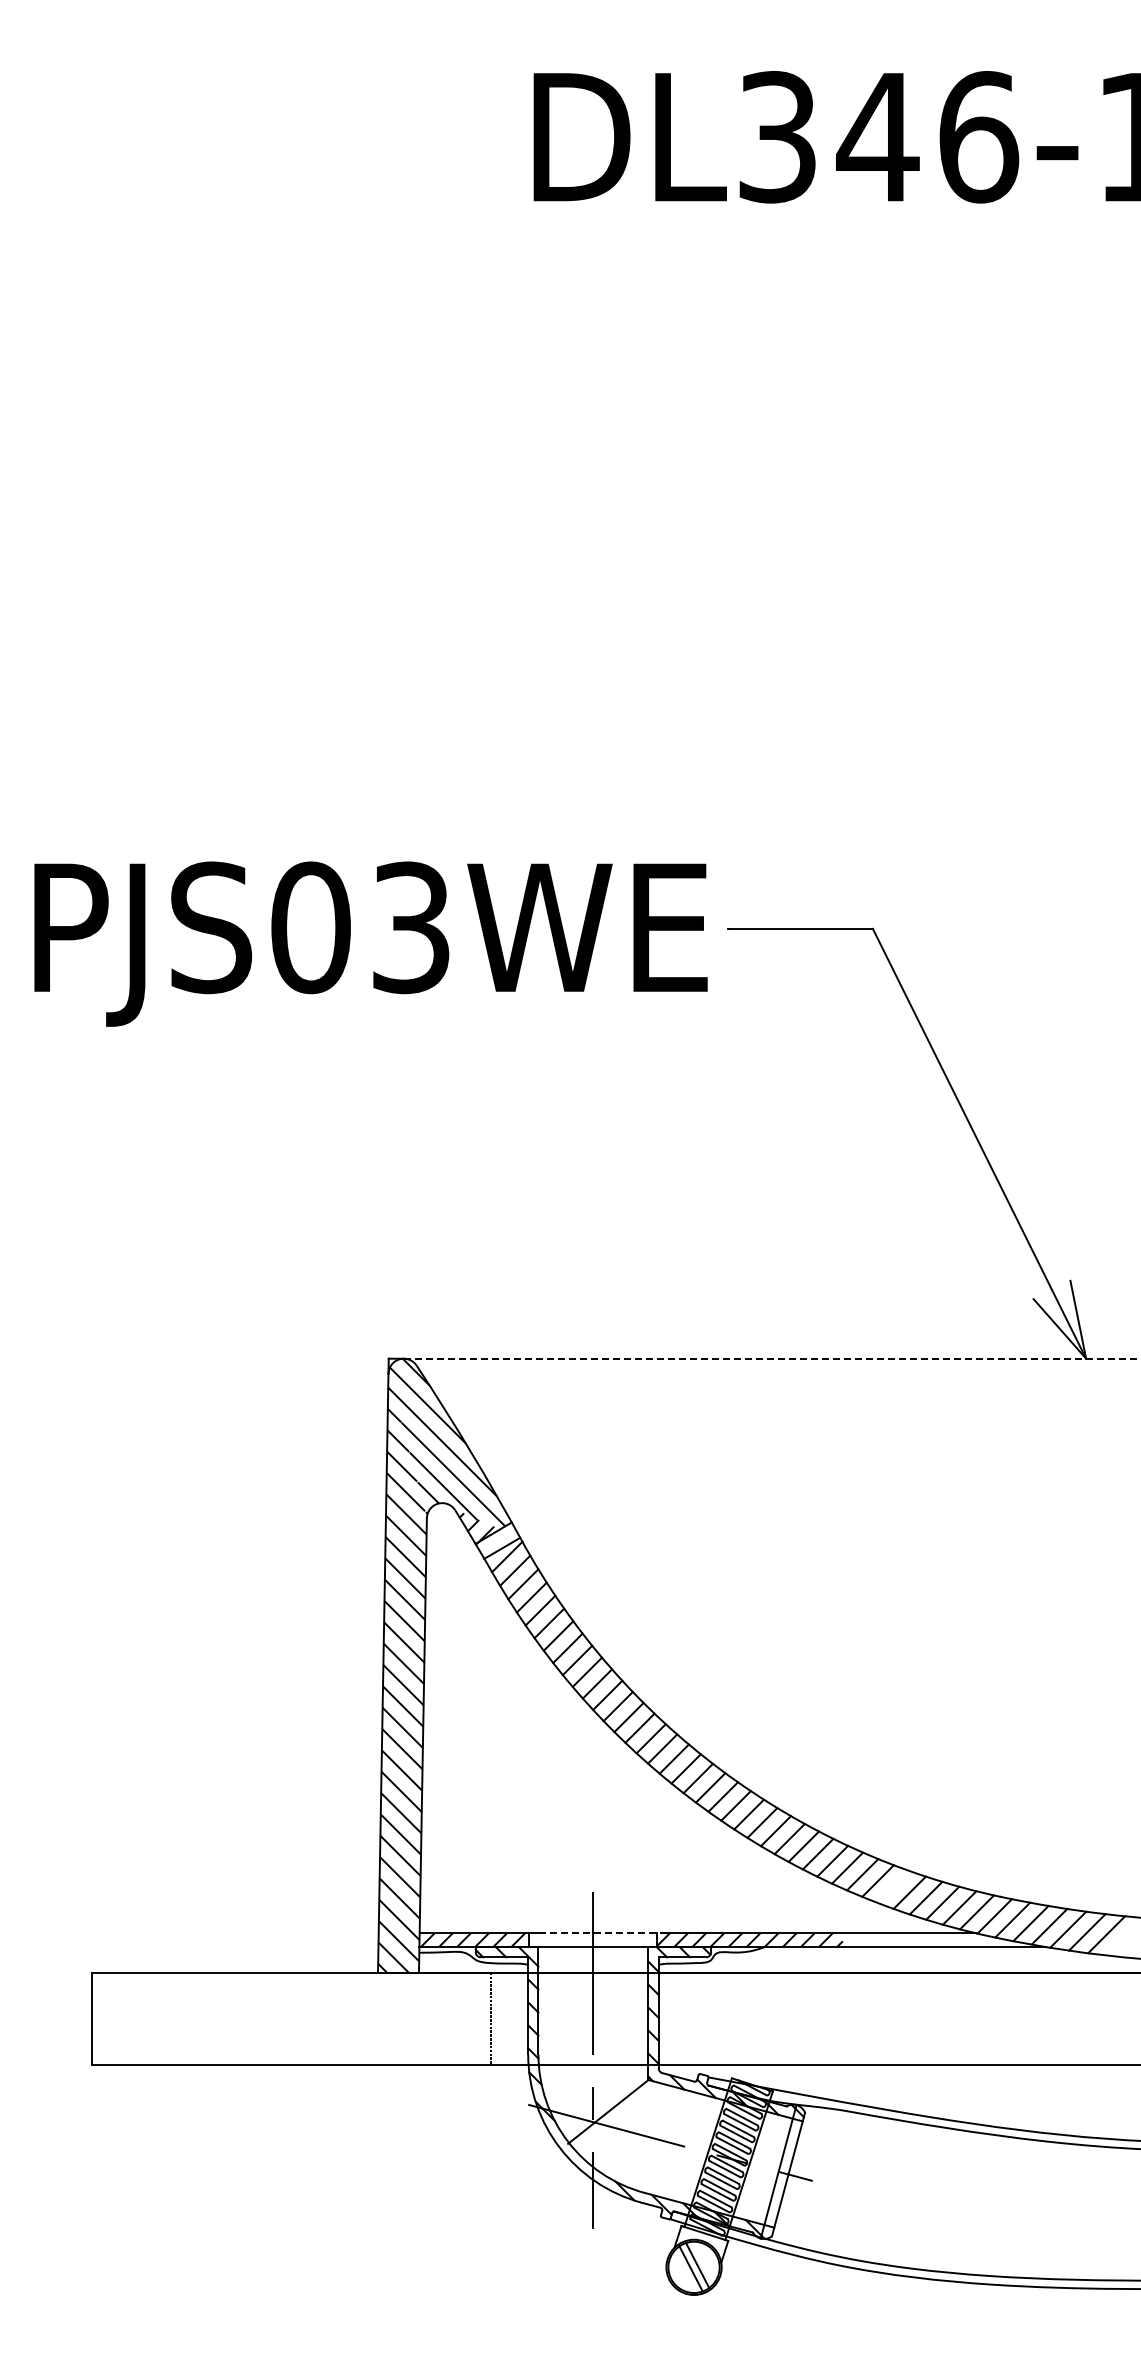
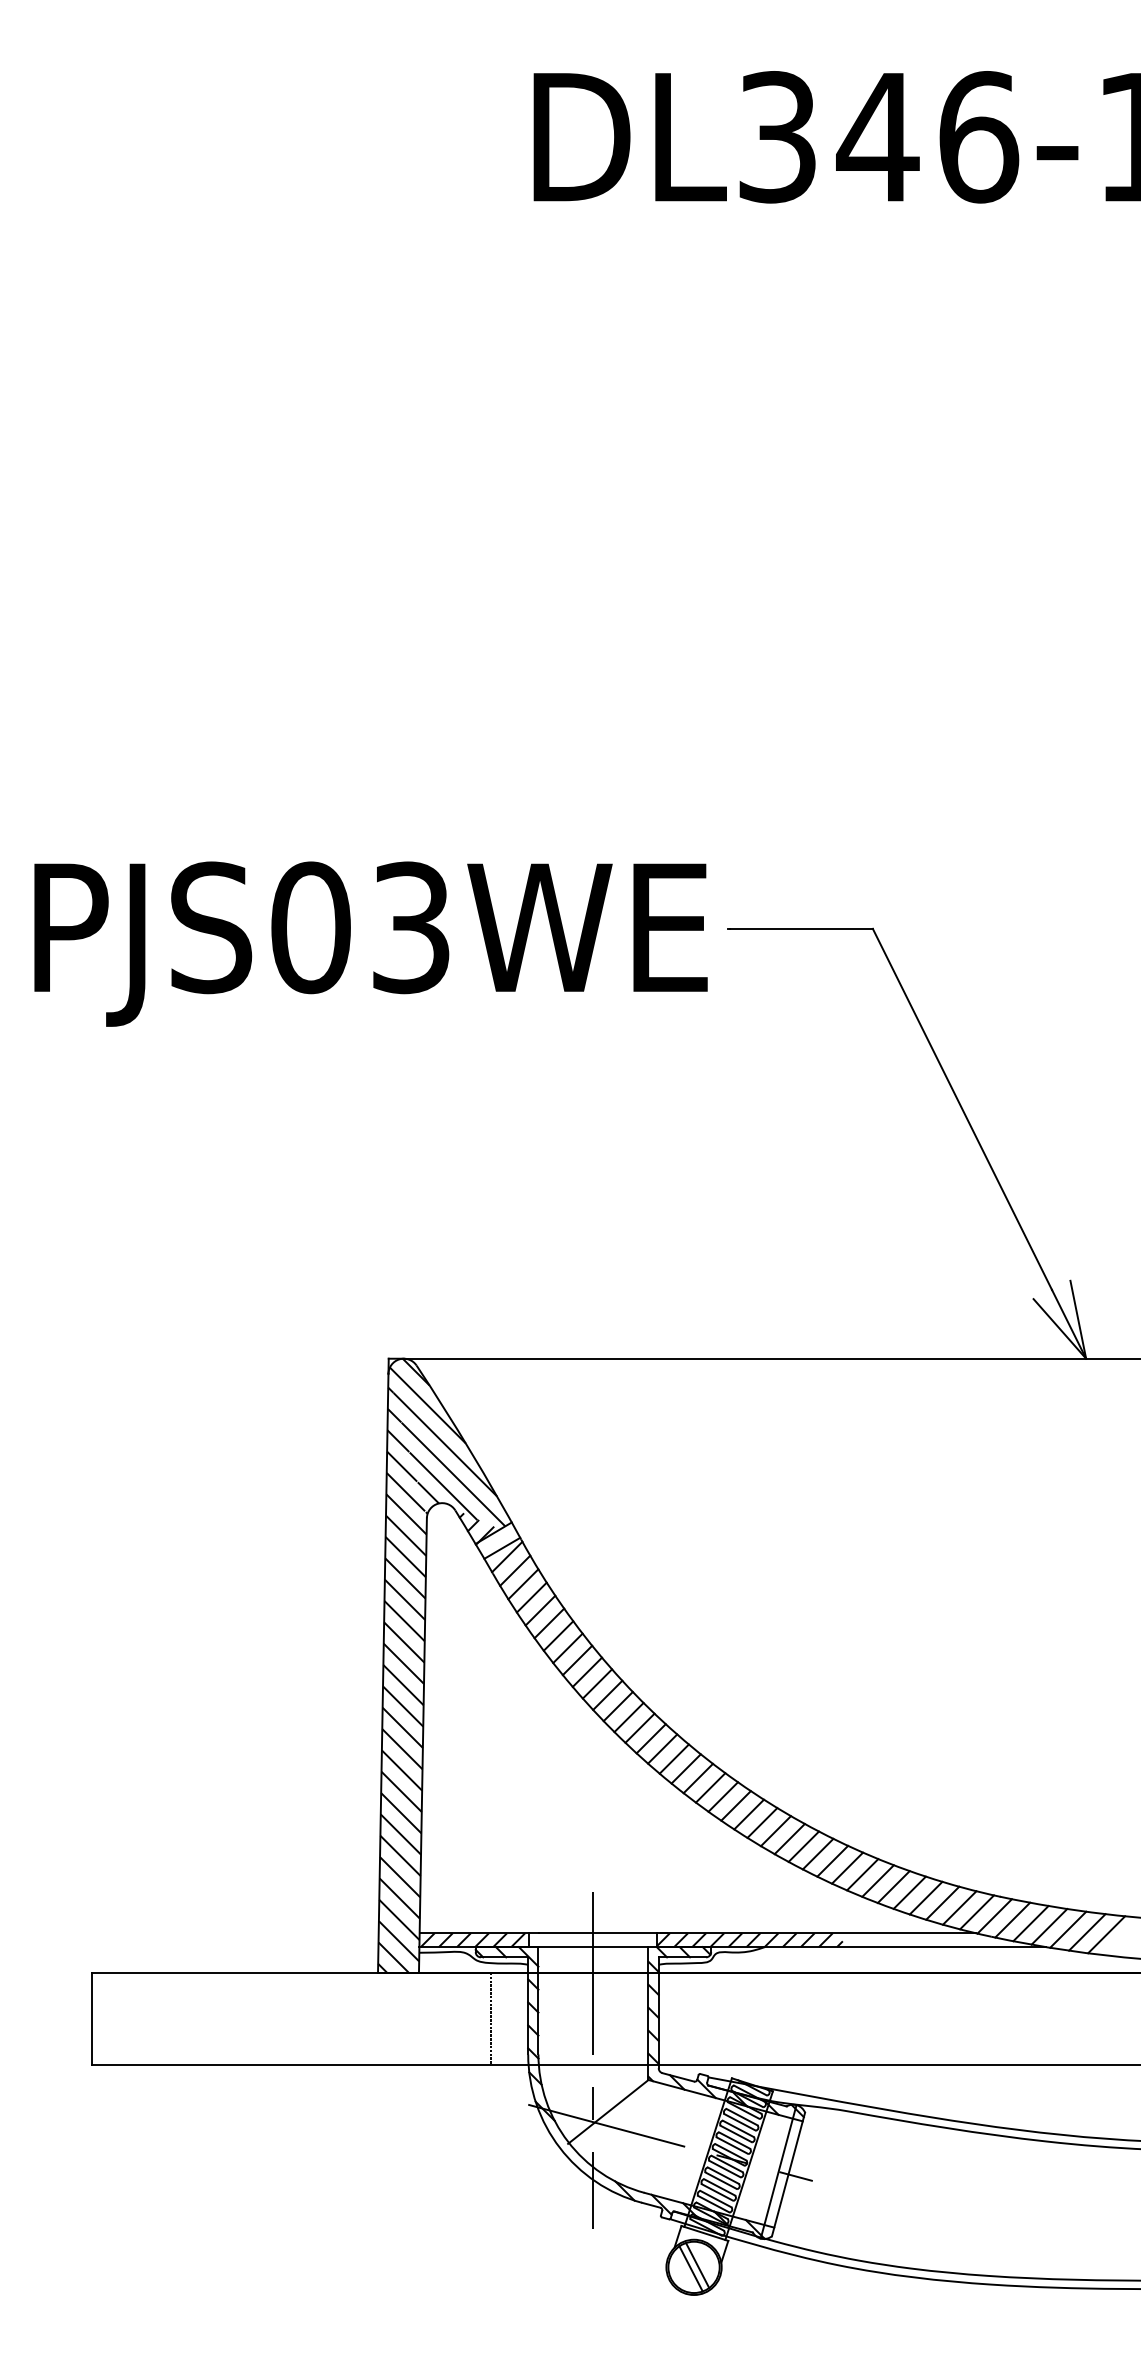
line at (772, 1358): dashed -> solid
line at (893, 1887): none -> present
line at (603, 1933): dashed -> solid
